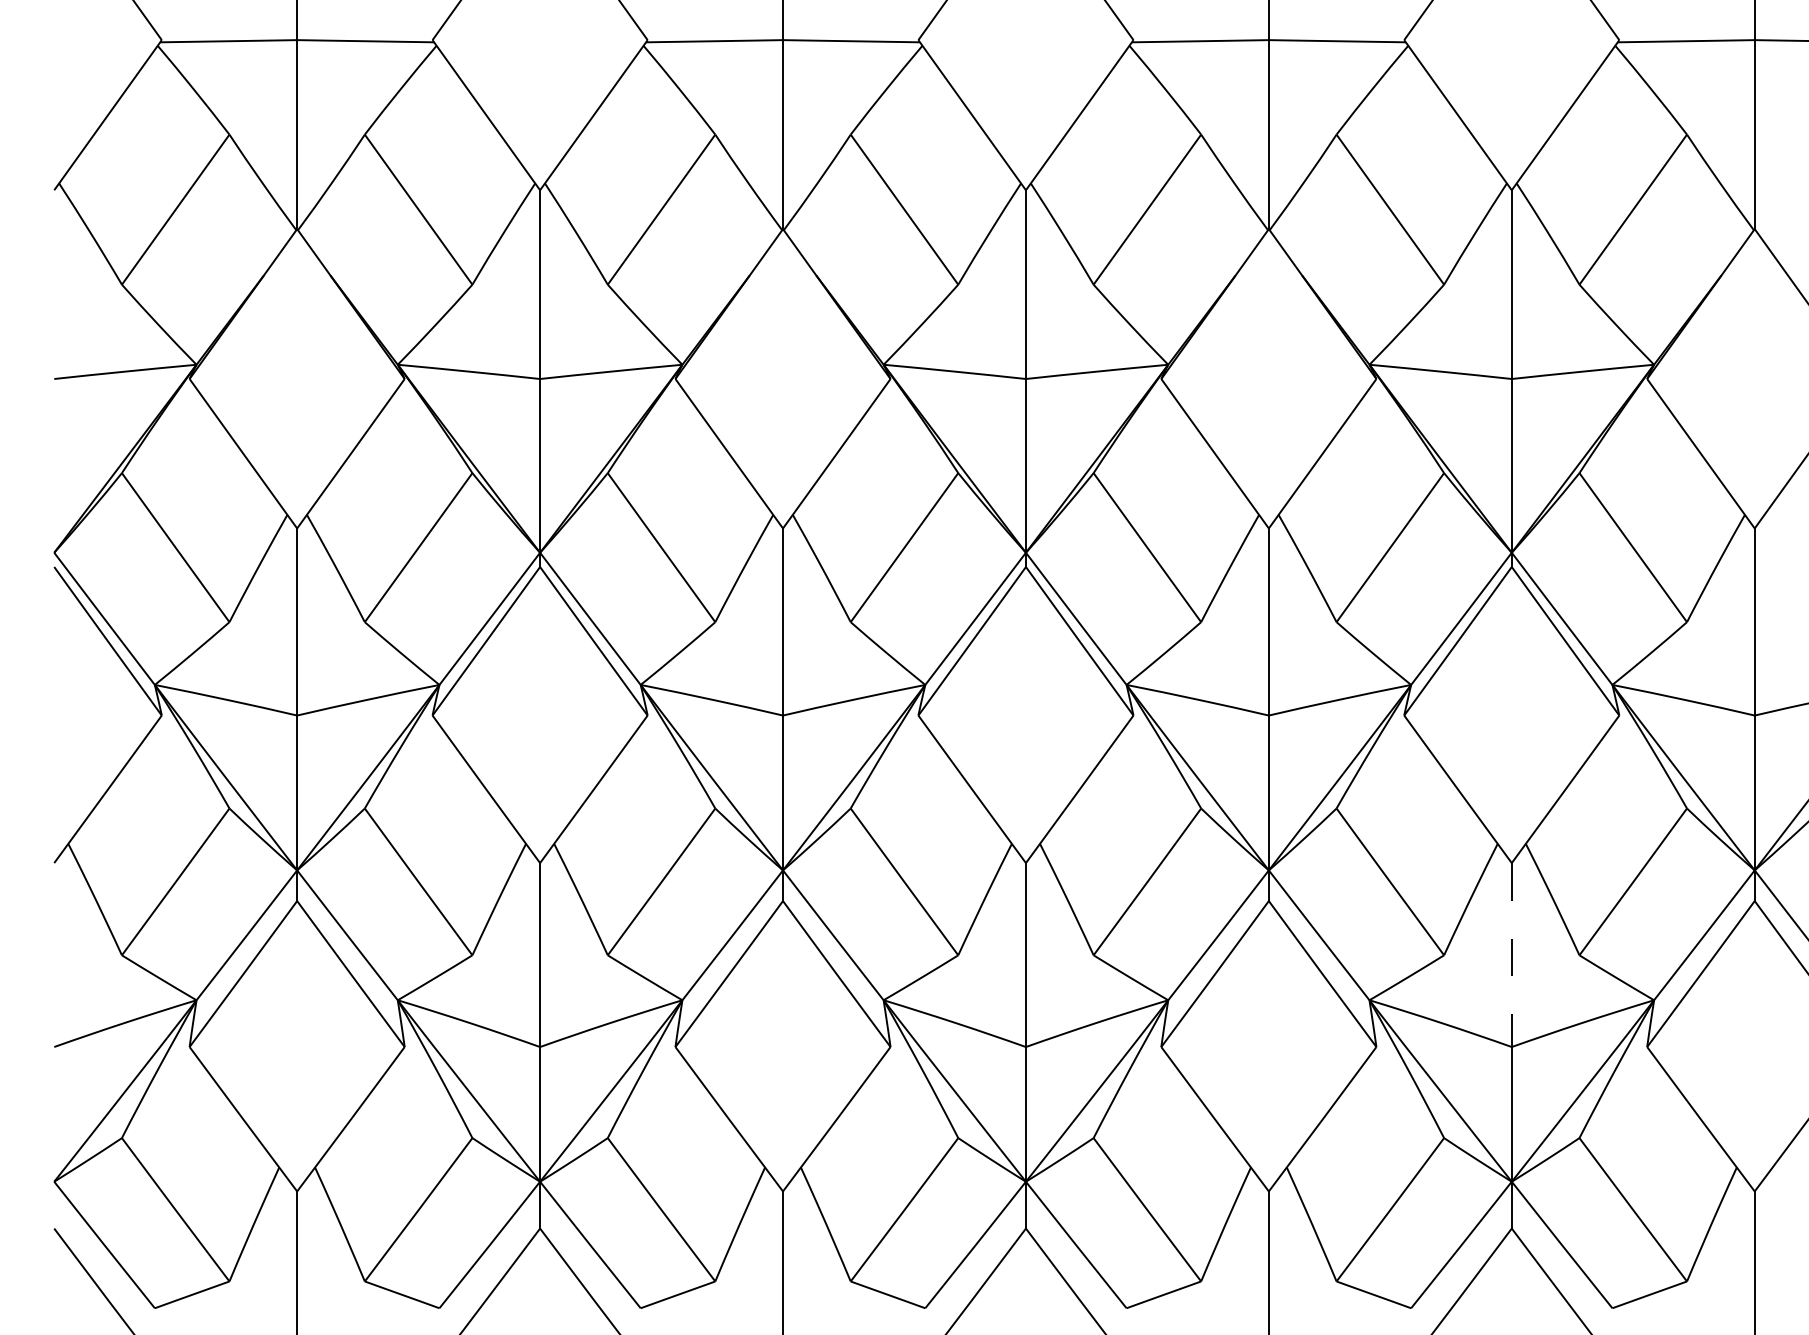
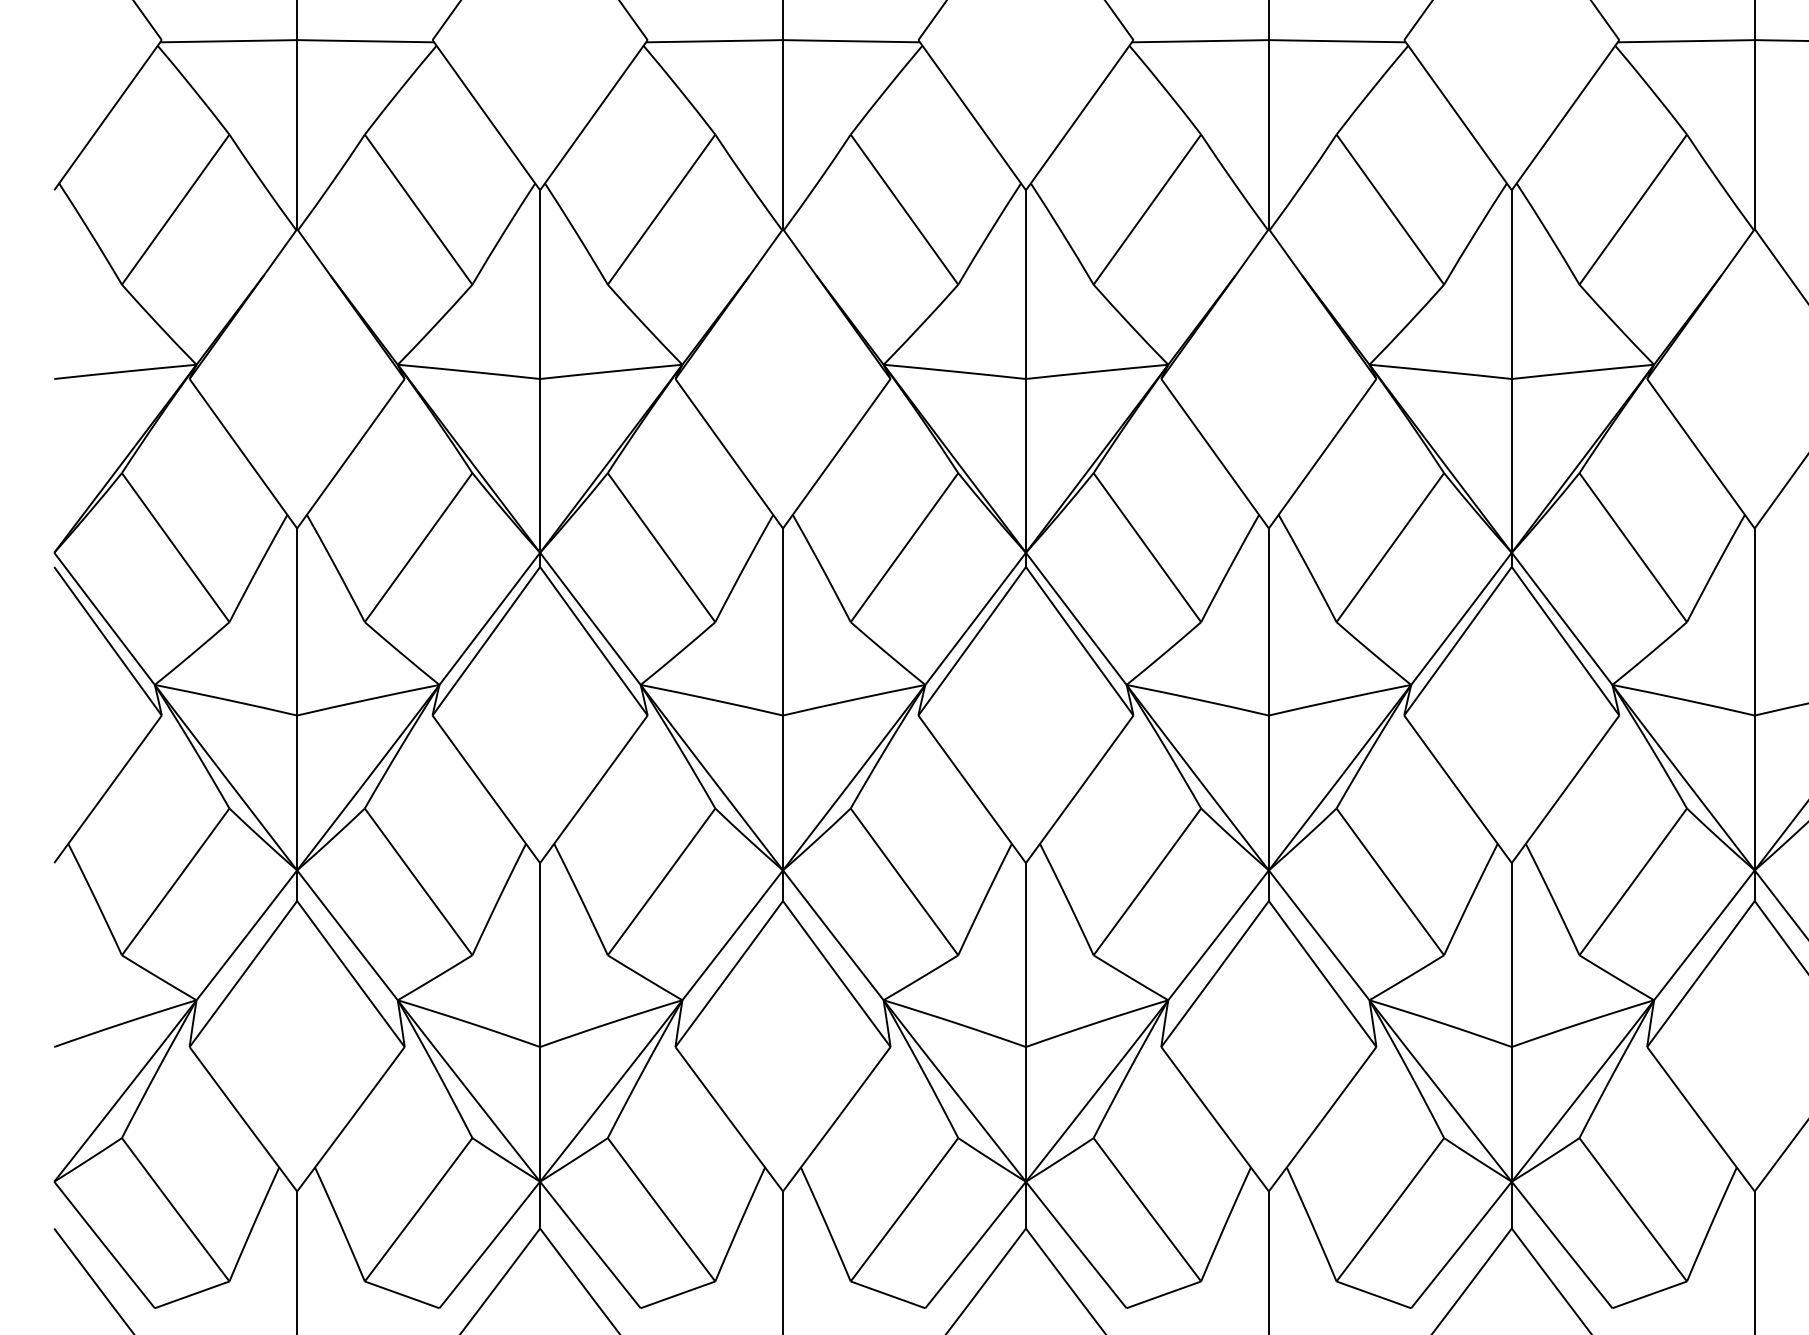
line at (1511, 955): dashed -> solid
